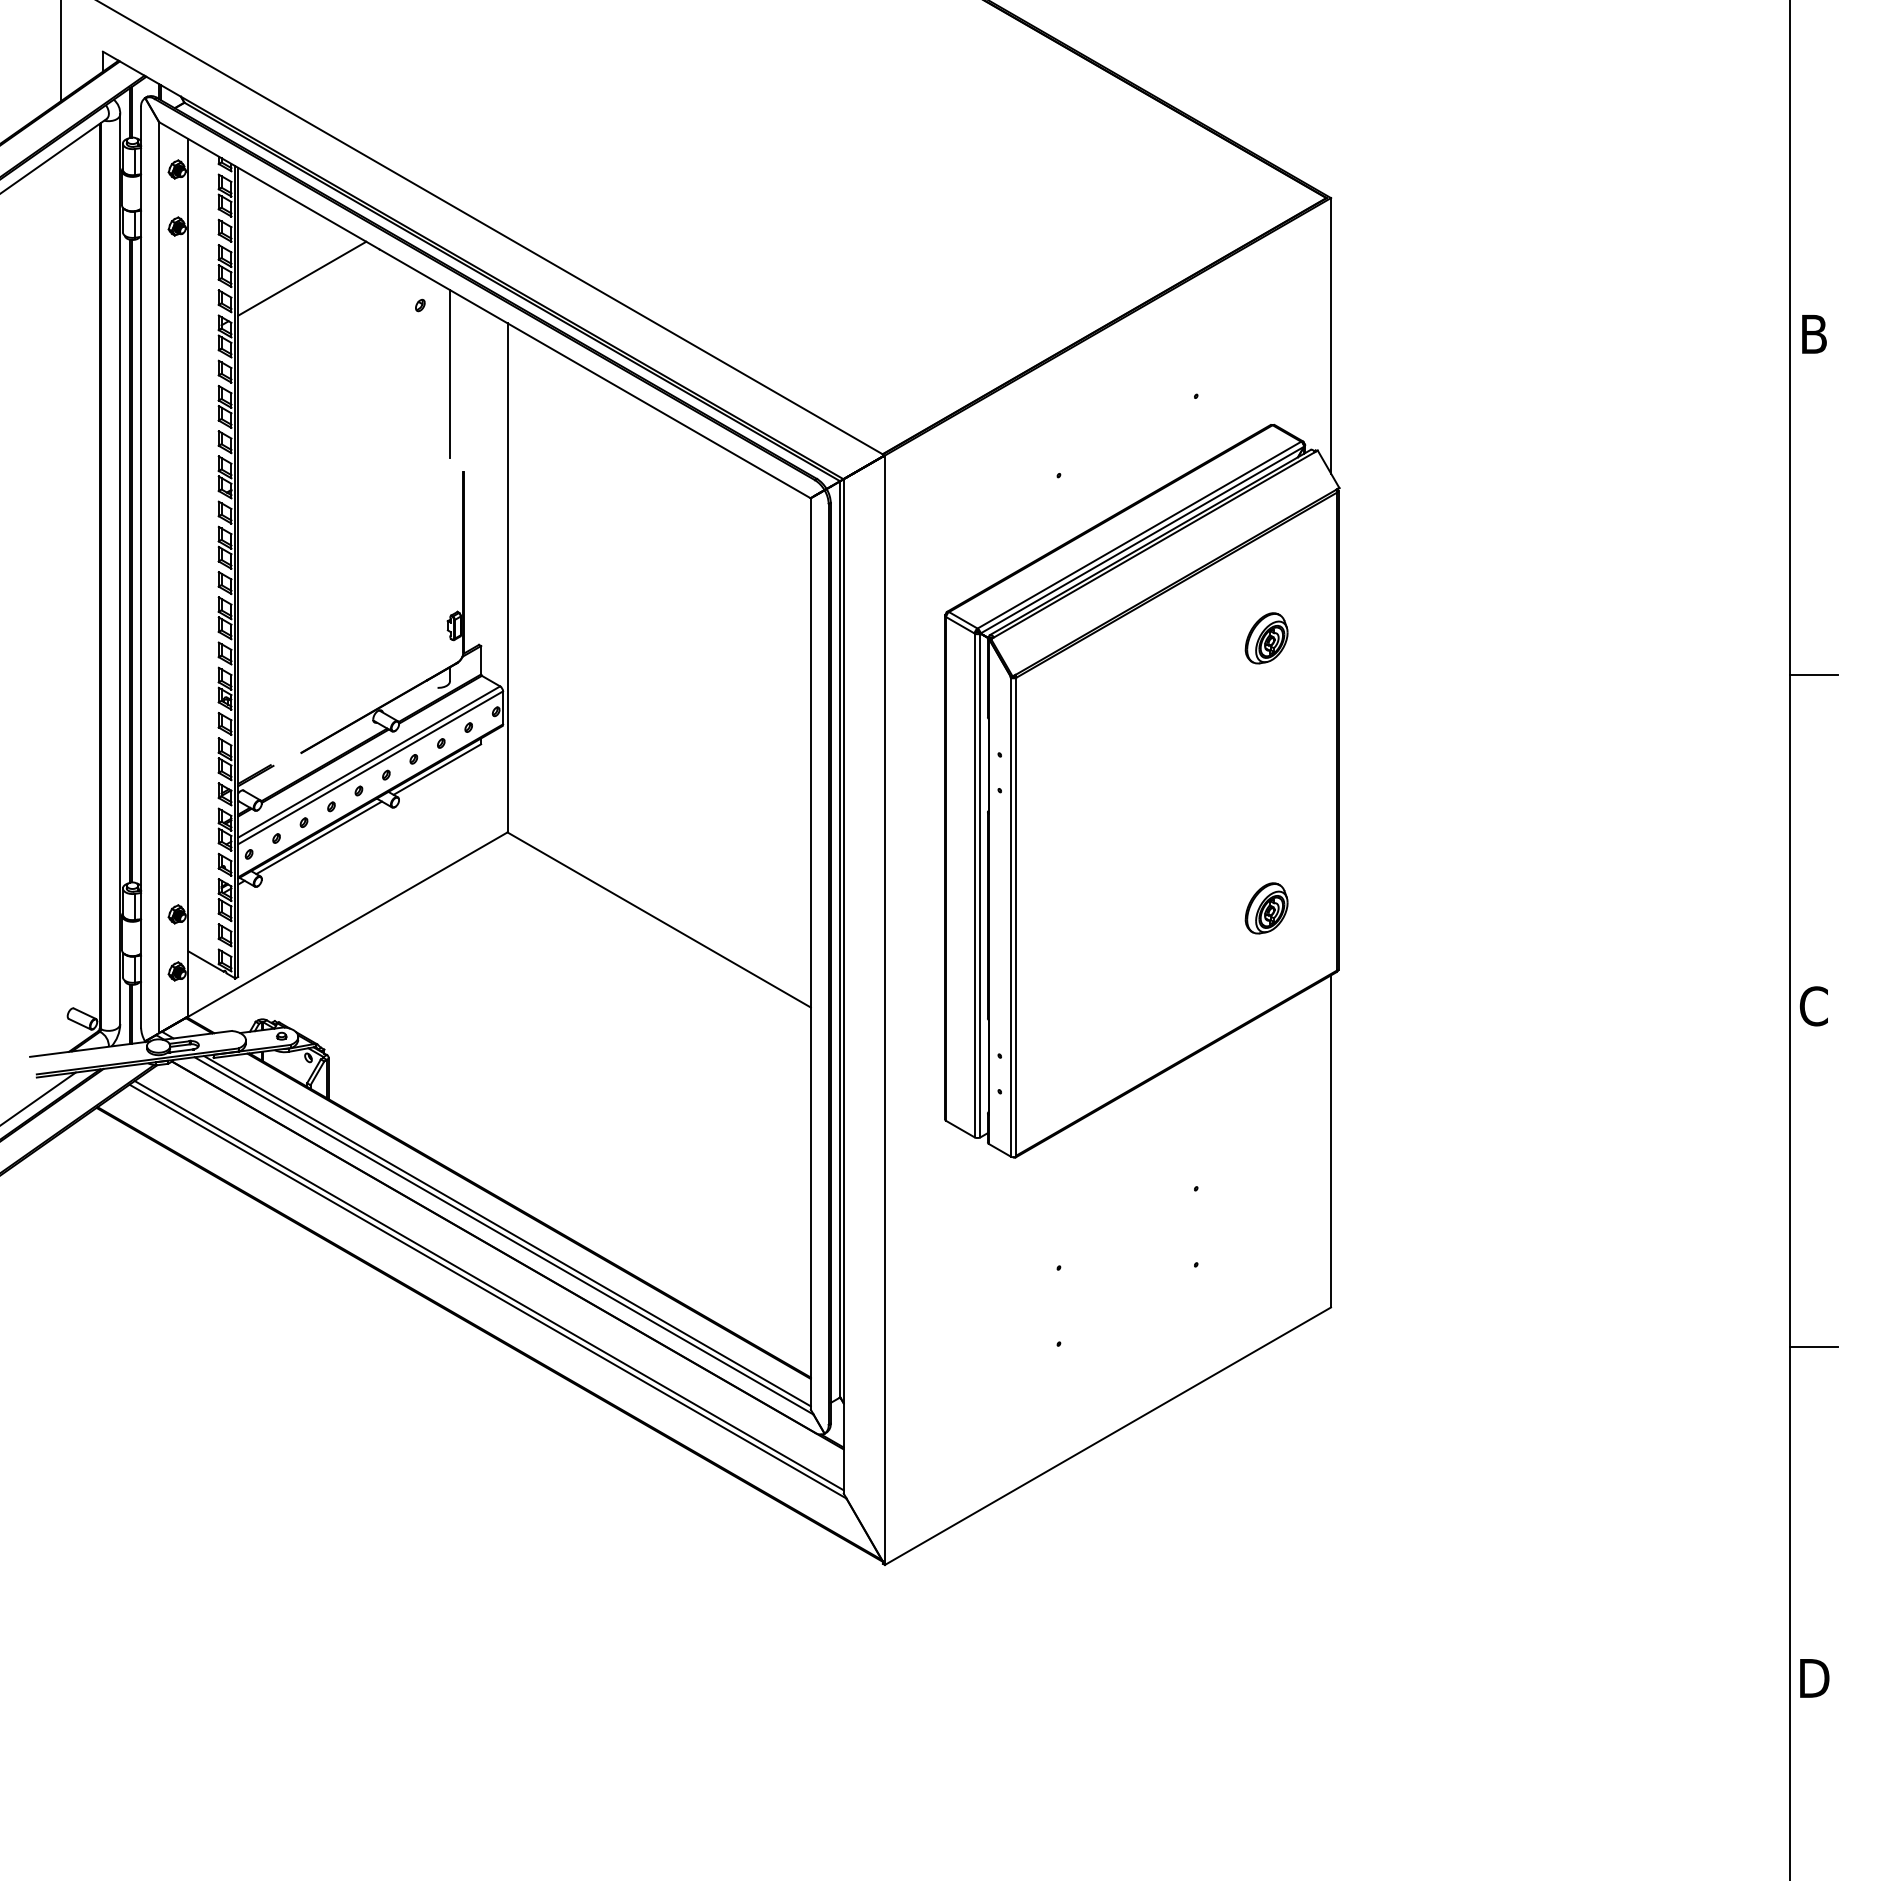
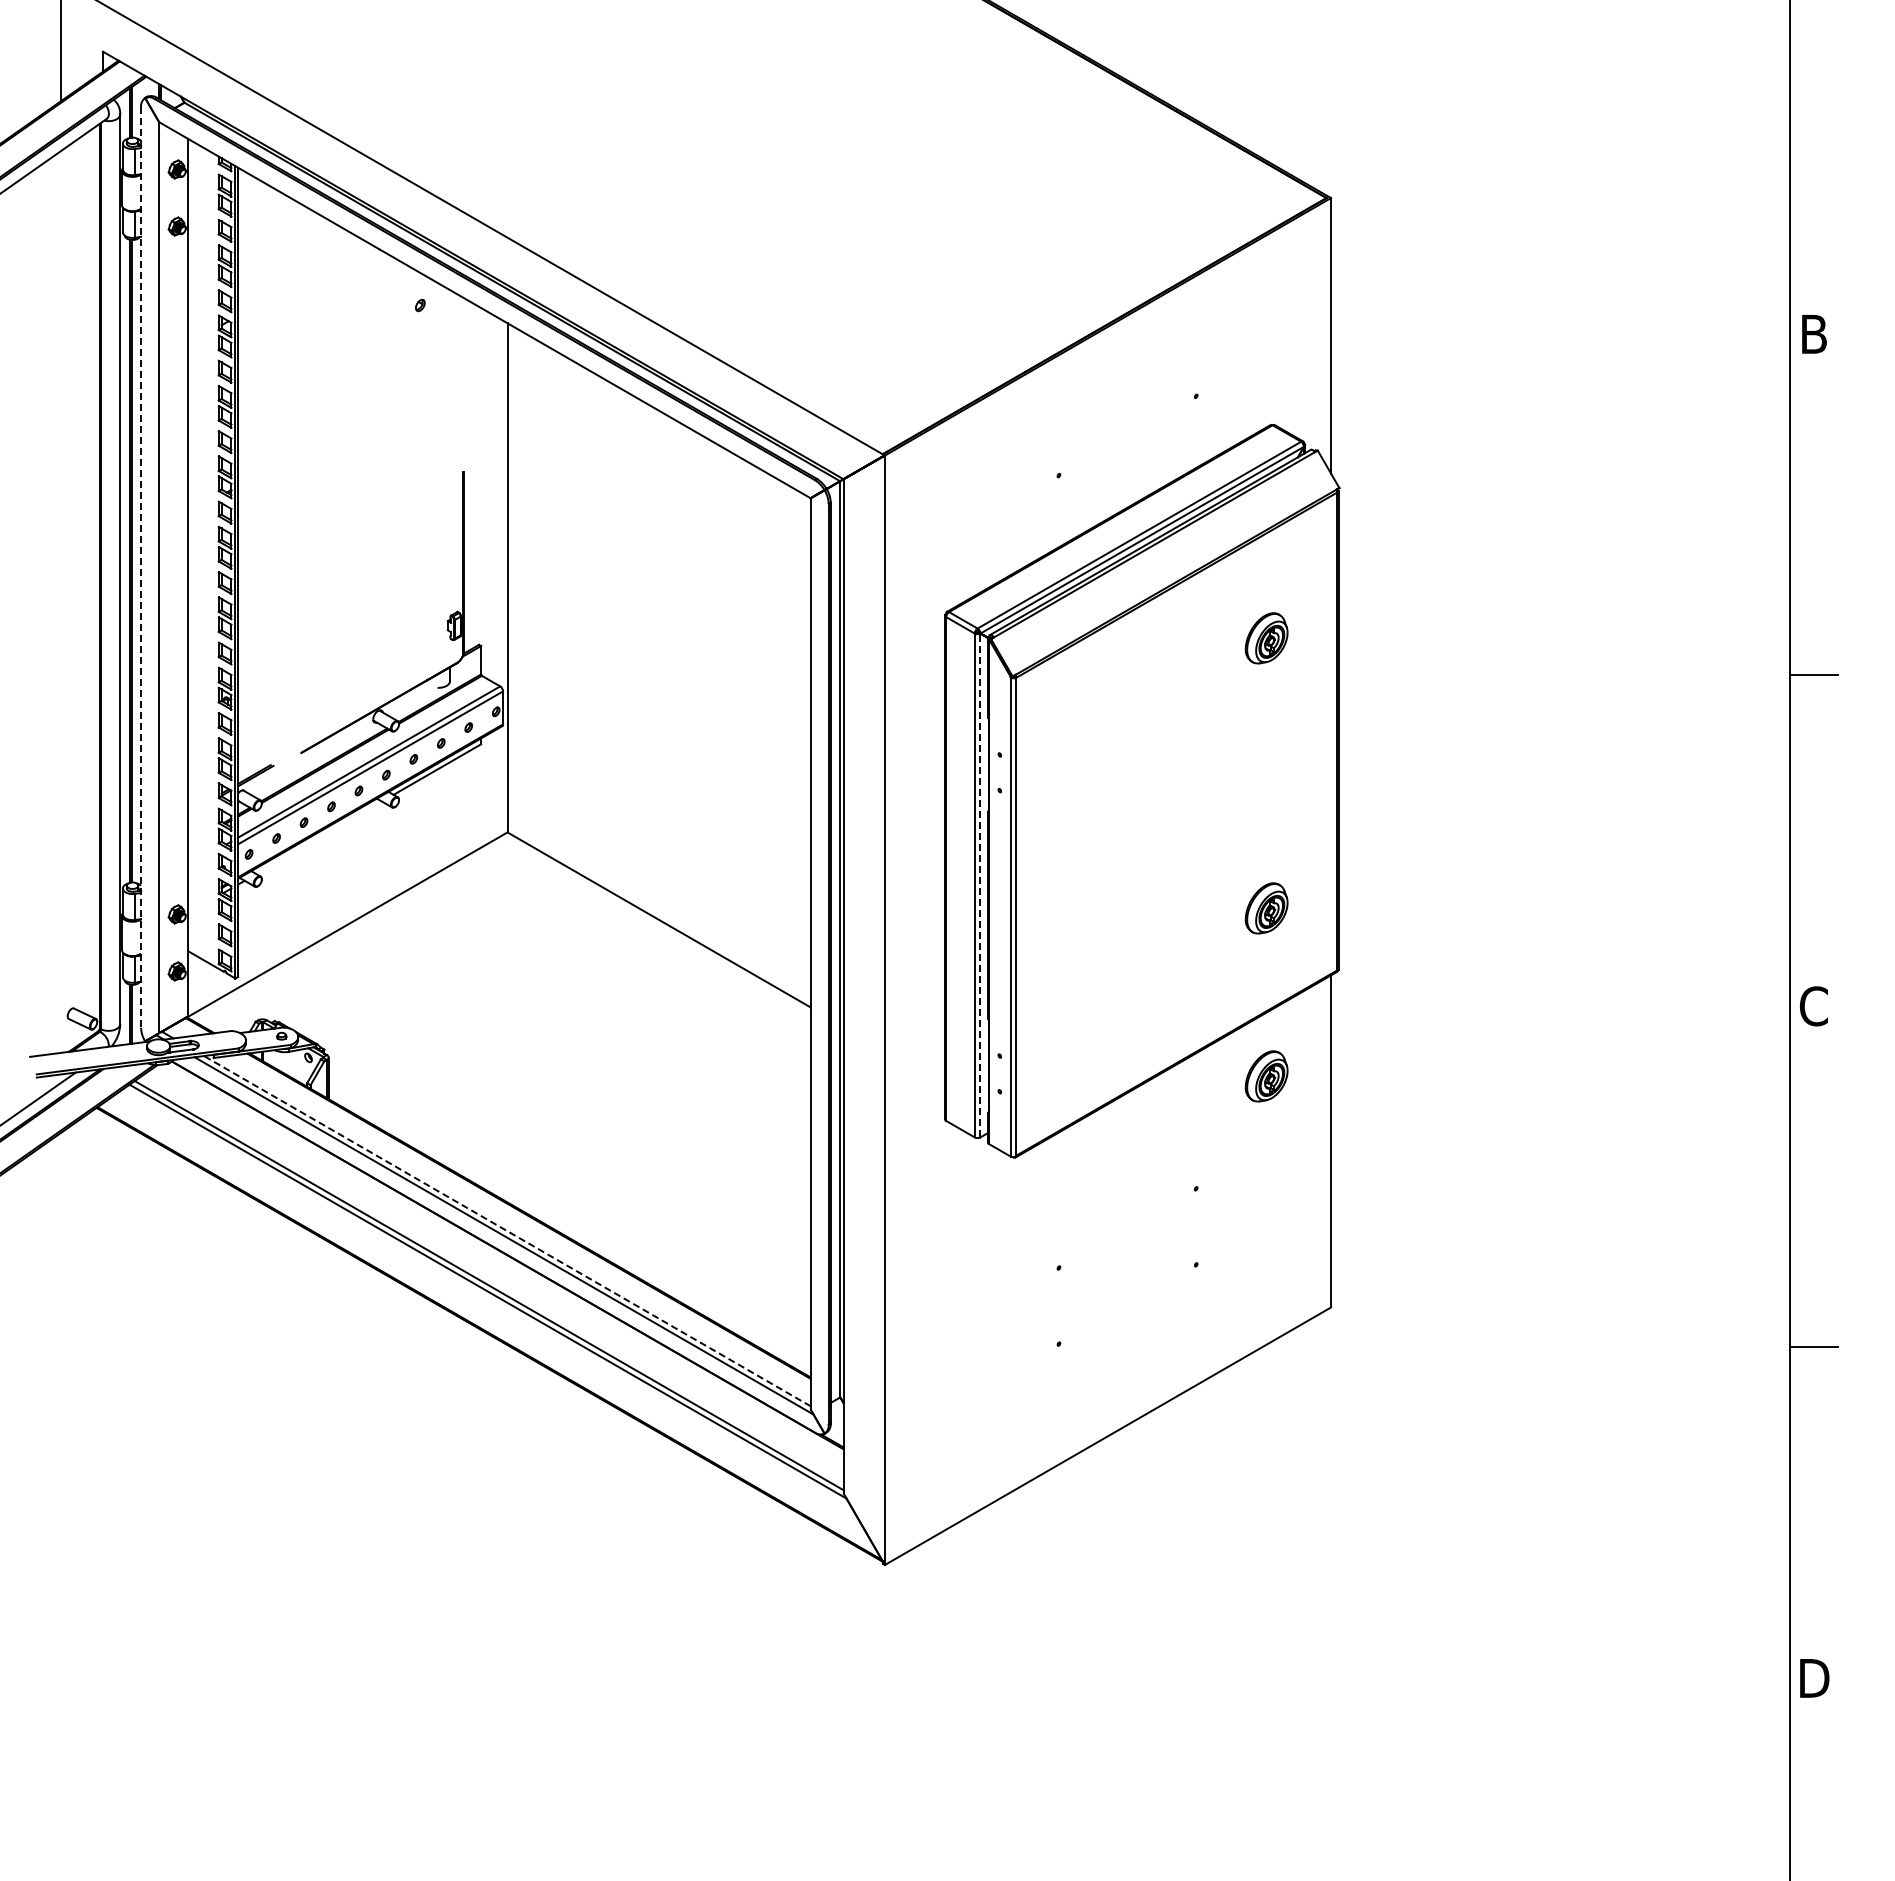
line at (302, 278): present -> none
line at (450, 373): present -> none
line at (141, 567): solid -> dashed
line at (318, 837): present -> none
line at (980, 885): solid -> dashed
part at (1266, 1076): none -> present
line at (507, 1230): solid -> dashed
